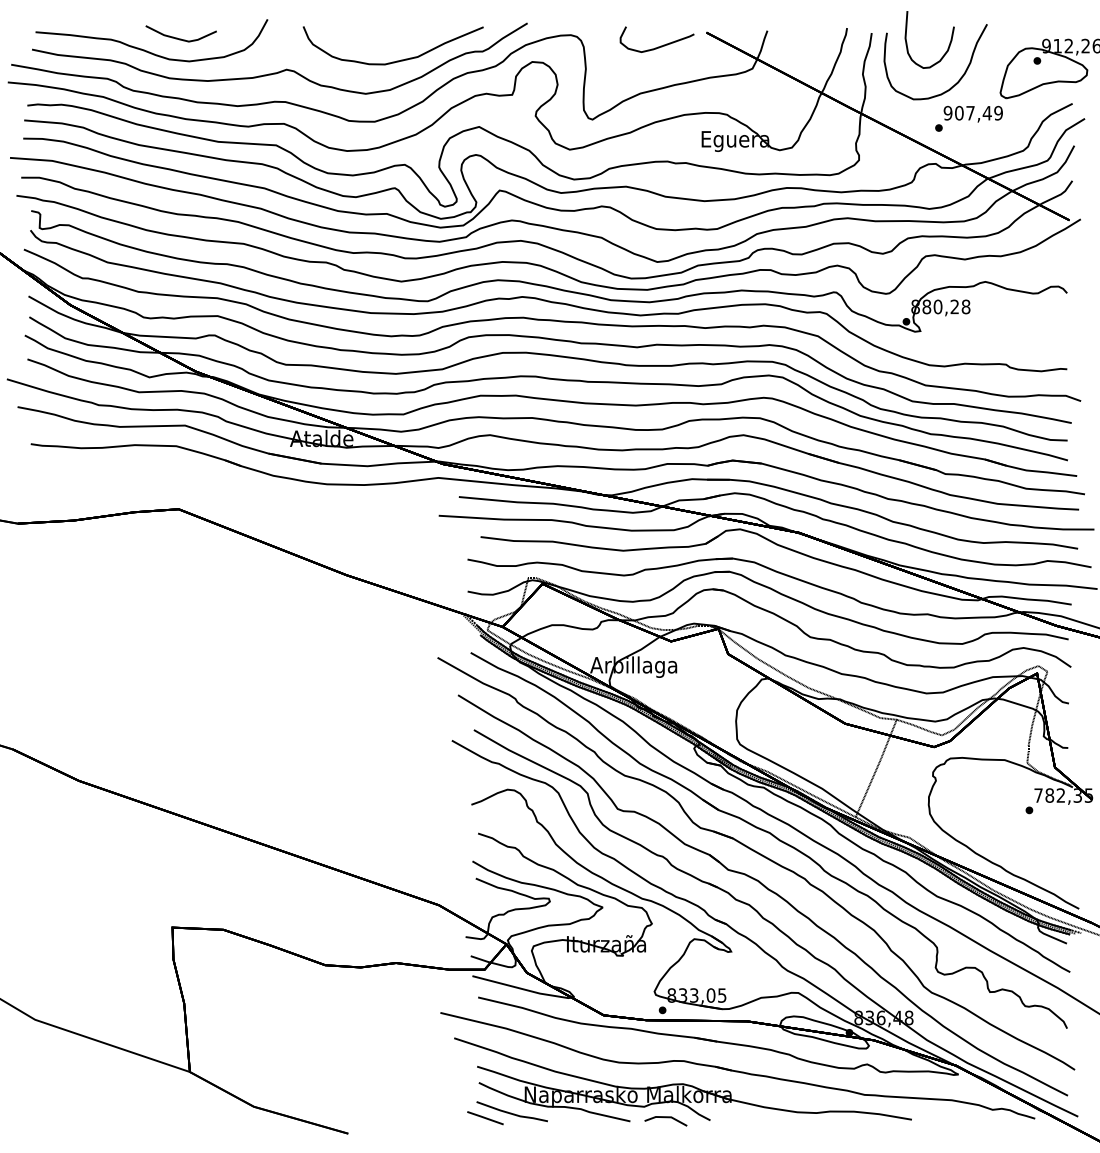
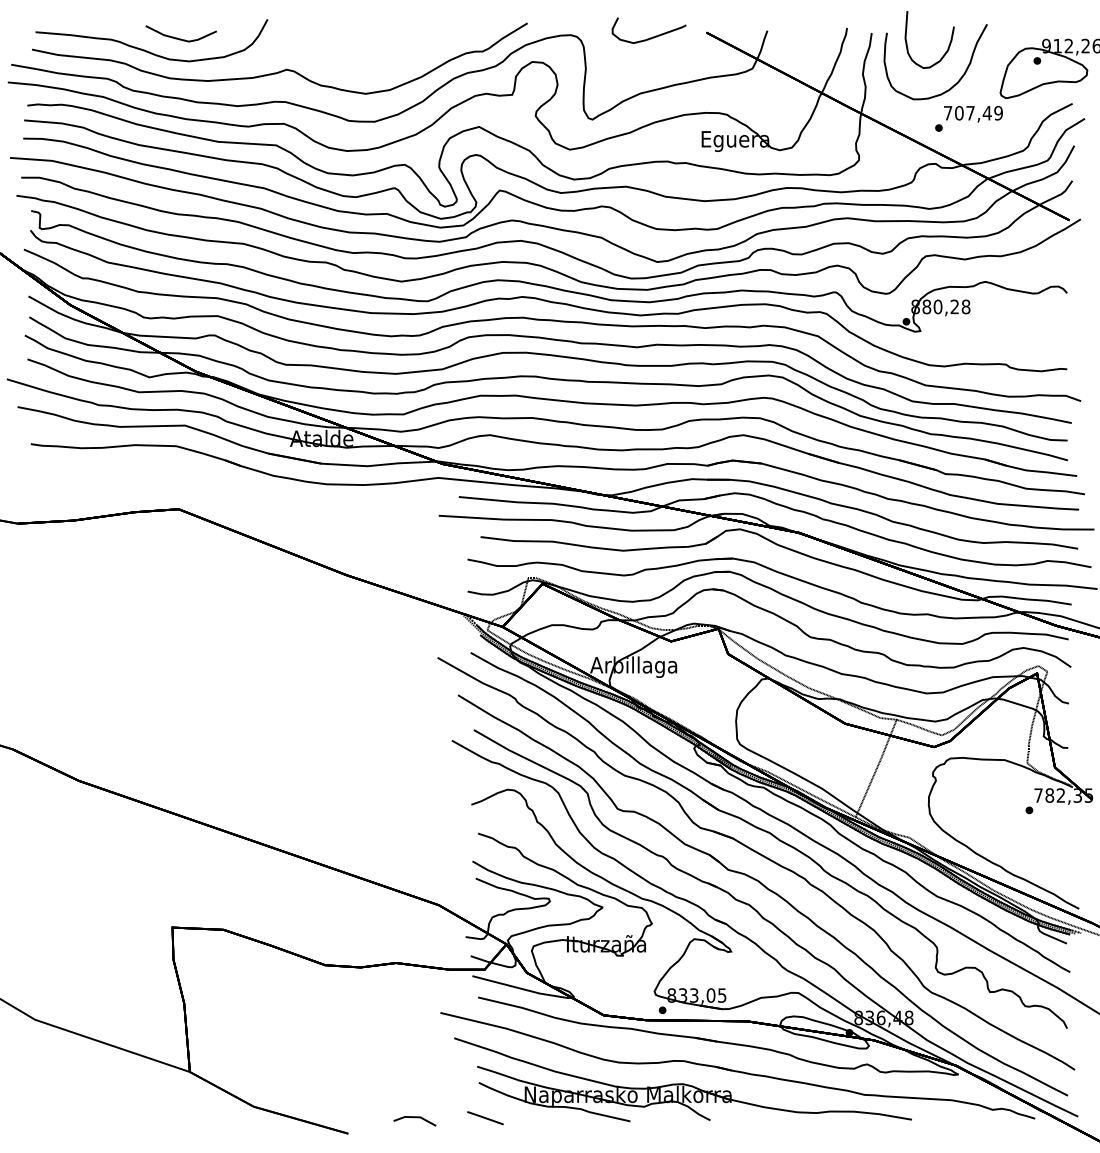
curve at (660, 45) position: (660, 45) -> (652, 36)
curve at (396, 60): present -> none
text at (947, 112): 907,49 -> 707,49
line at (511, 1112): present -> none
line at (665, 1118) position: (665, 1118) -> (414, 1118)
